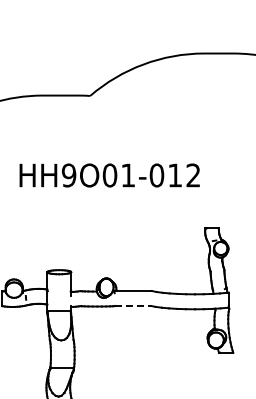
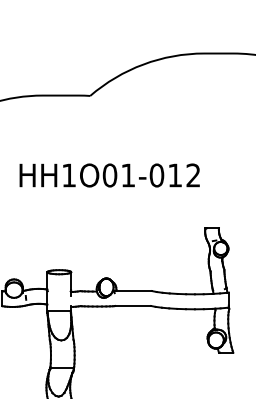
text at (68, 175): HH9O01-012 -> HH1O01-012
line at (133, 305): dashed -> solid
